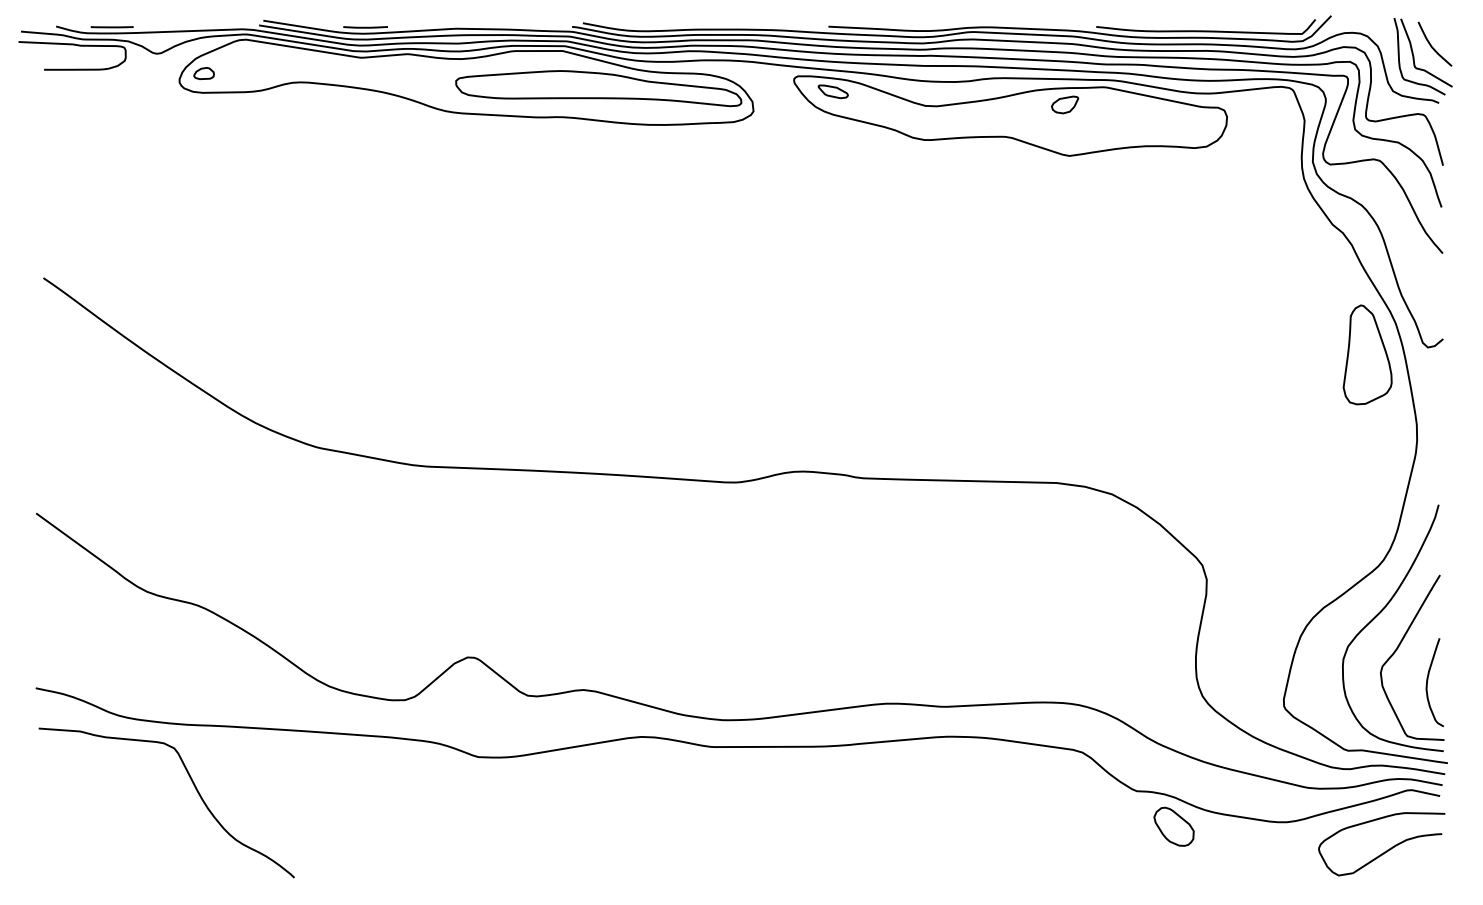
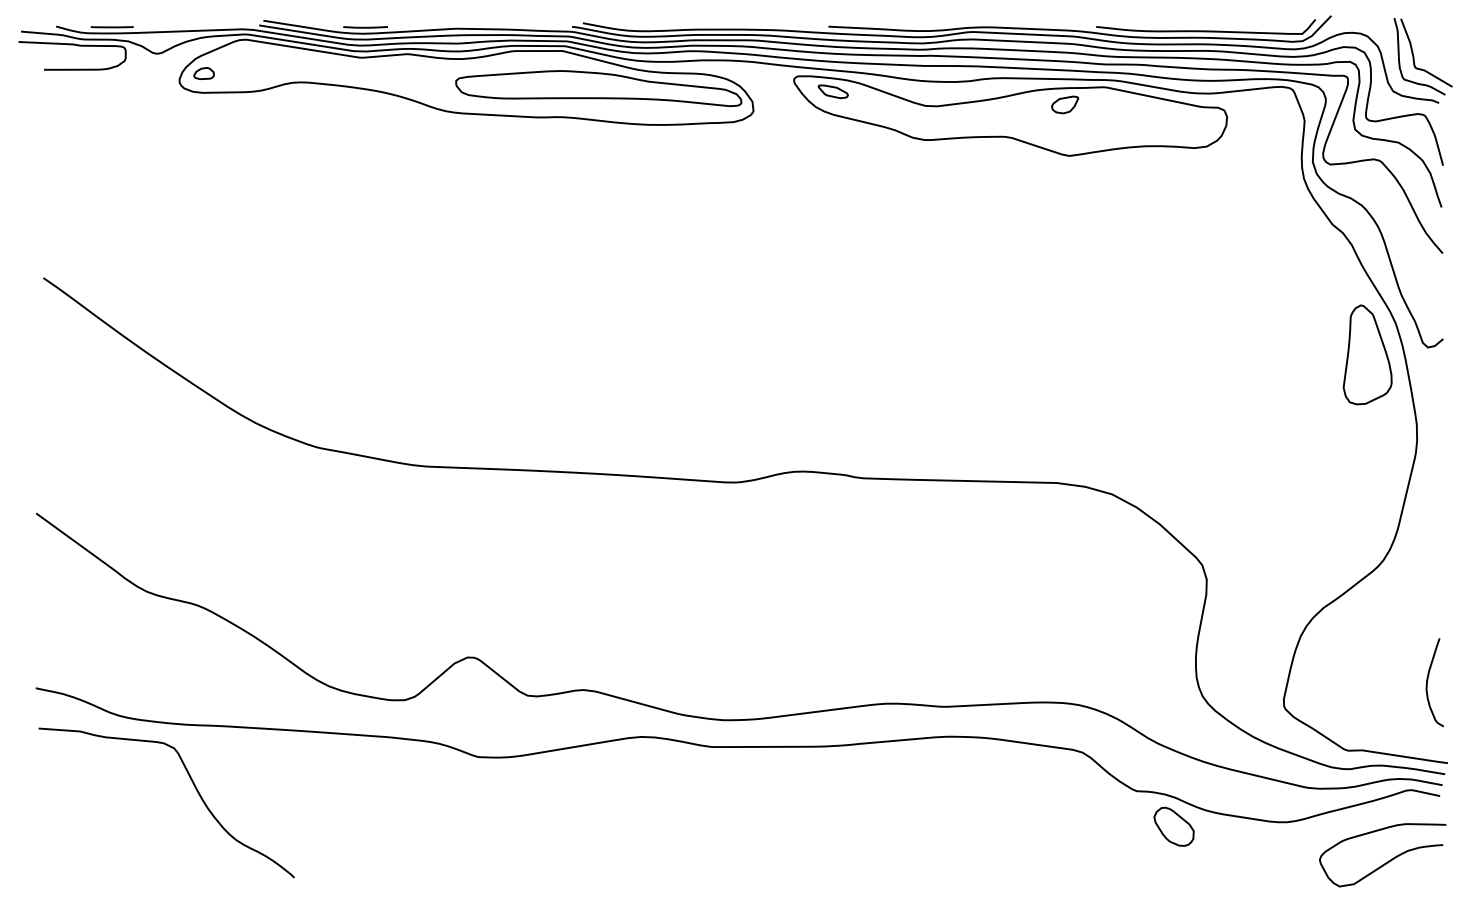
curve at (1431, 44): present -> none
part at (1404, 633): present -> none
curve at (1384, 851) position: (1384, 851) -> (1385, 862)
